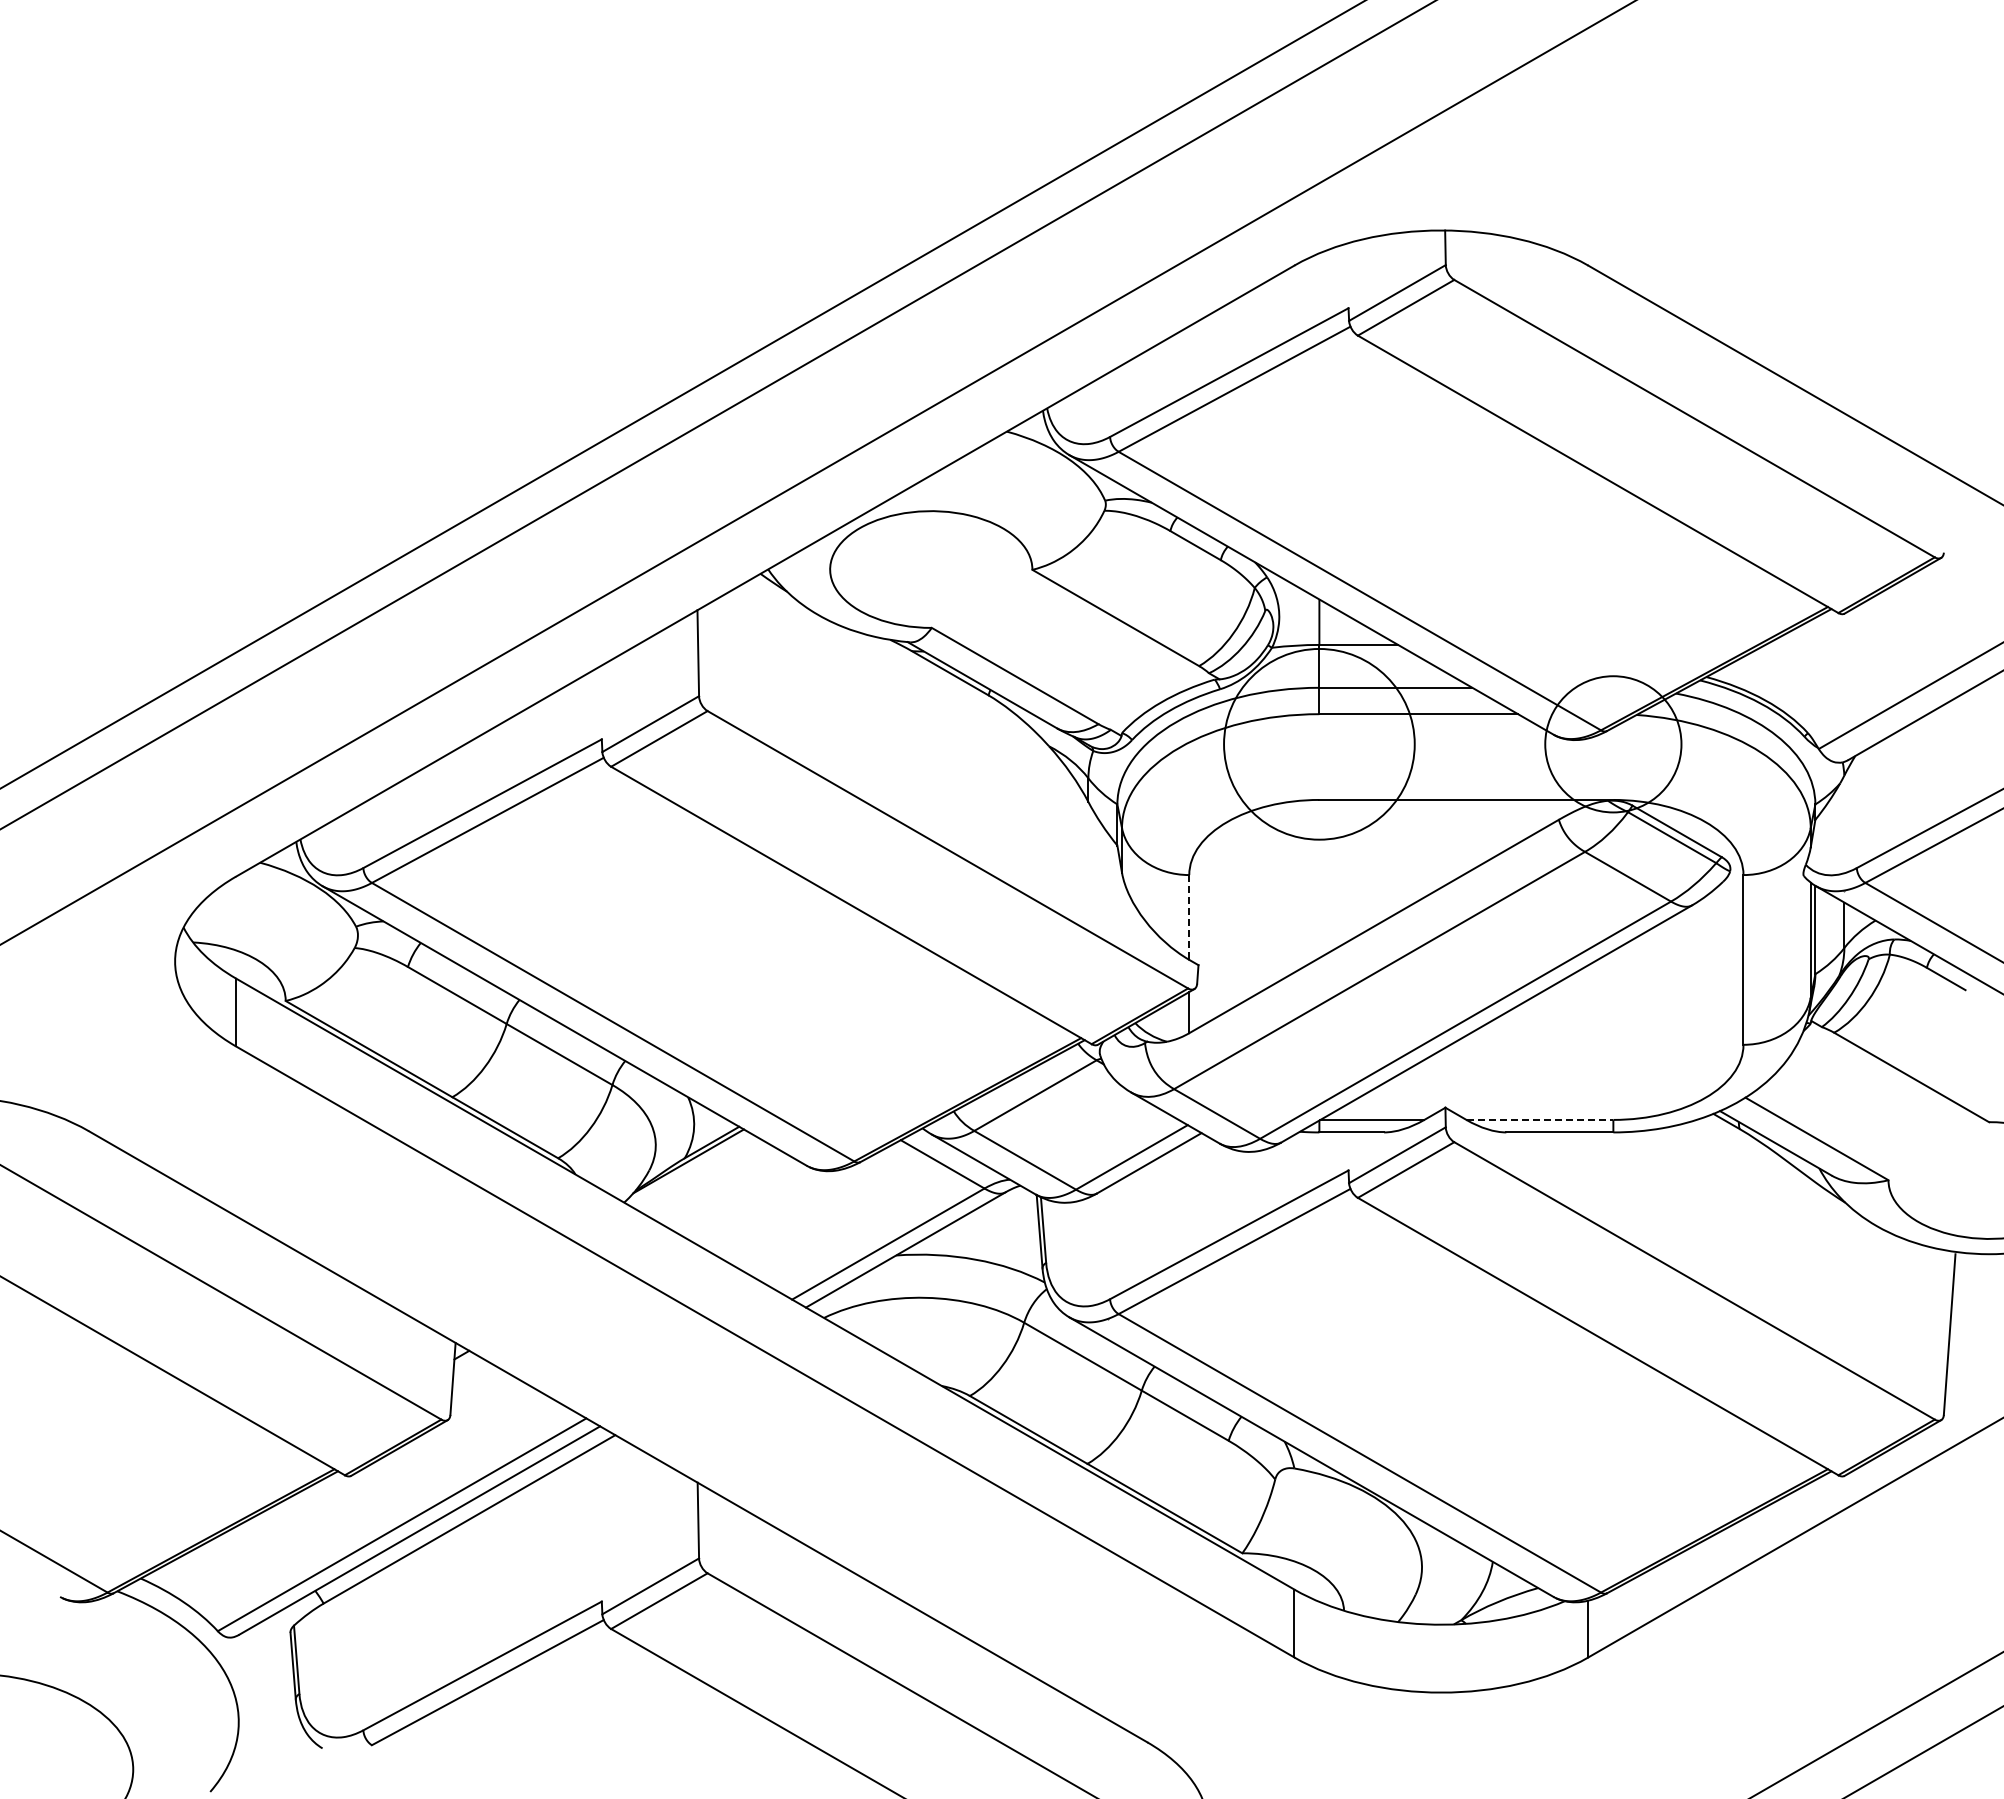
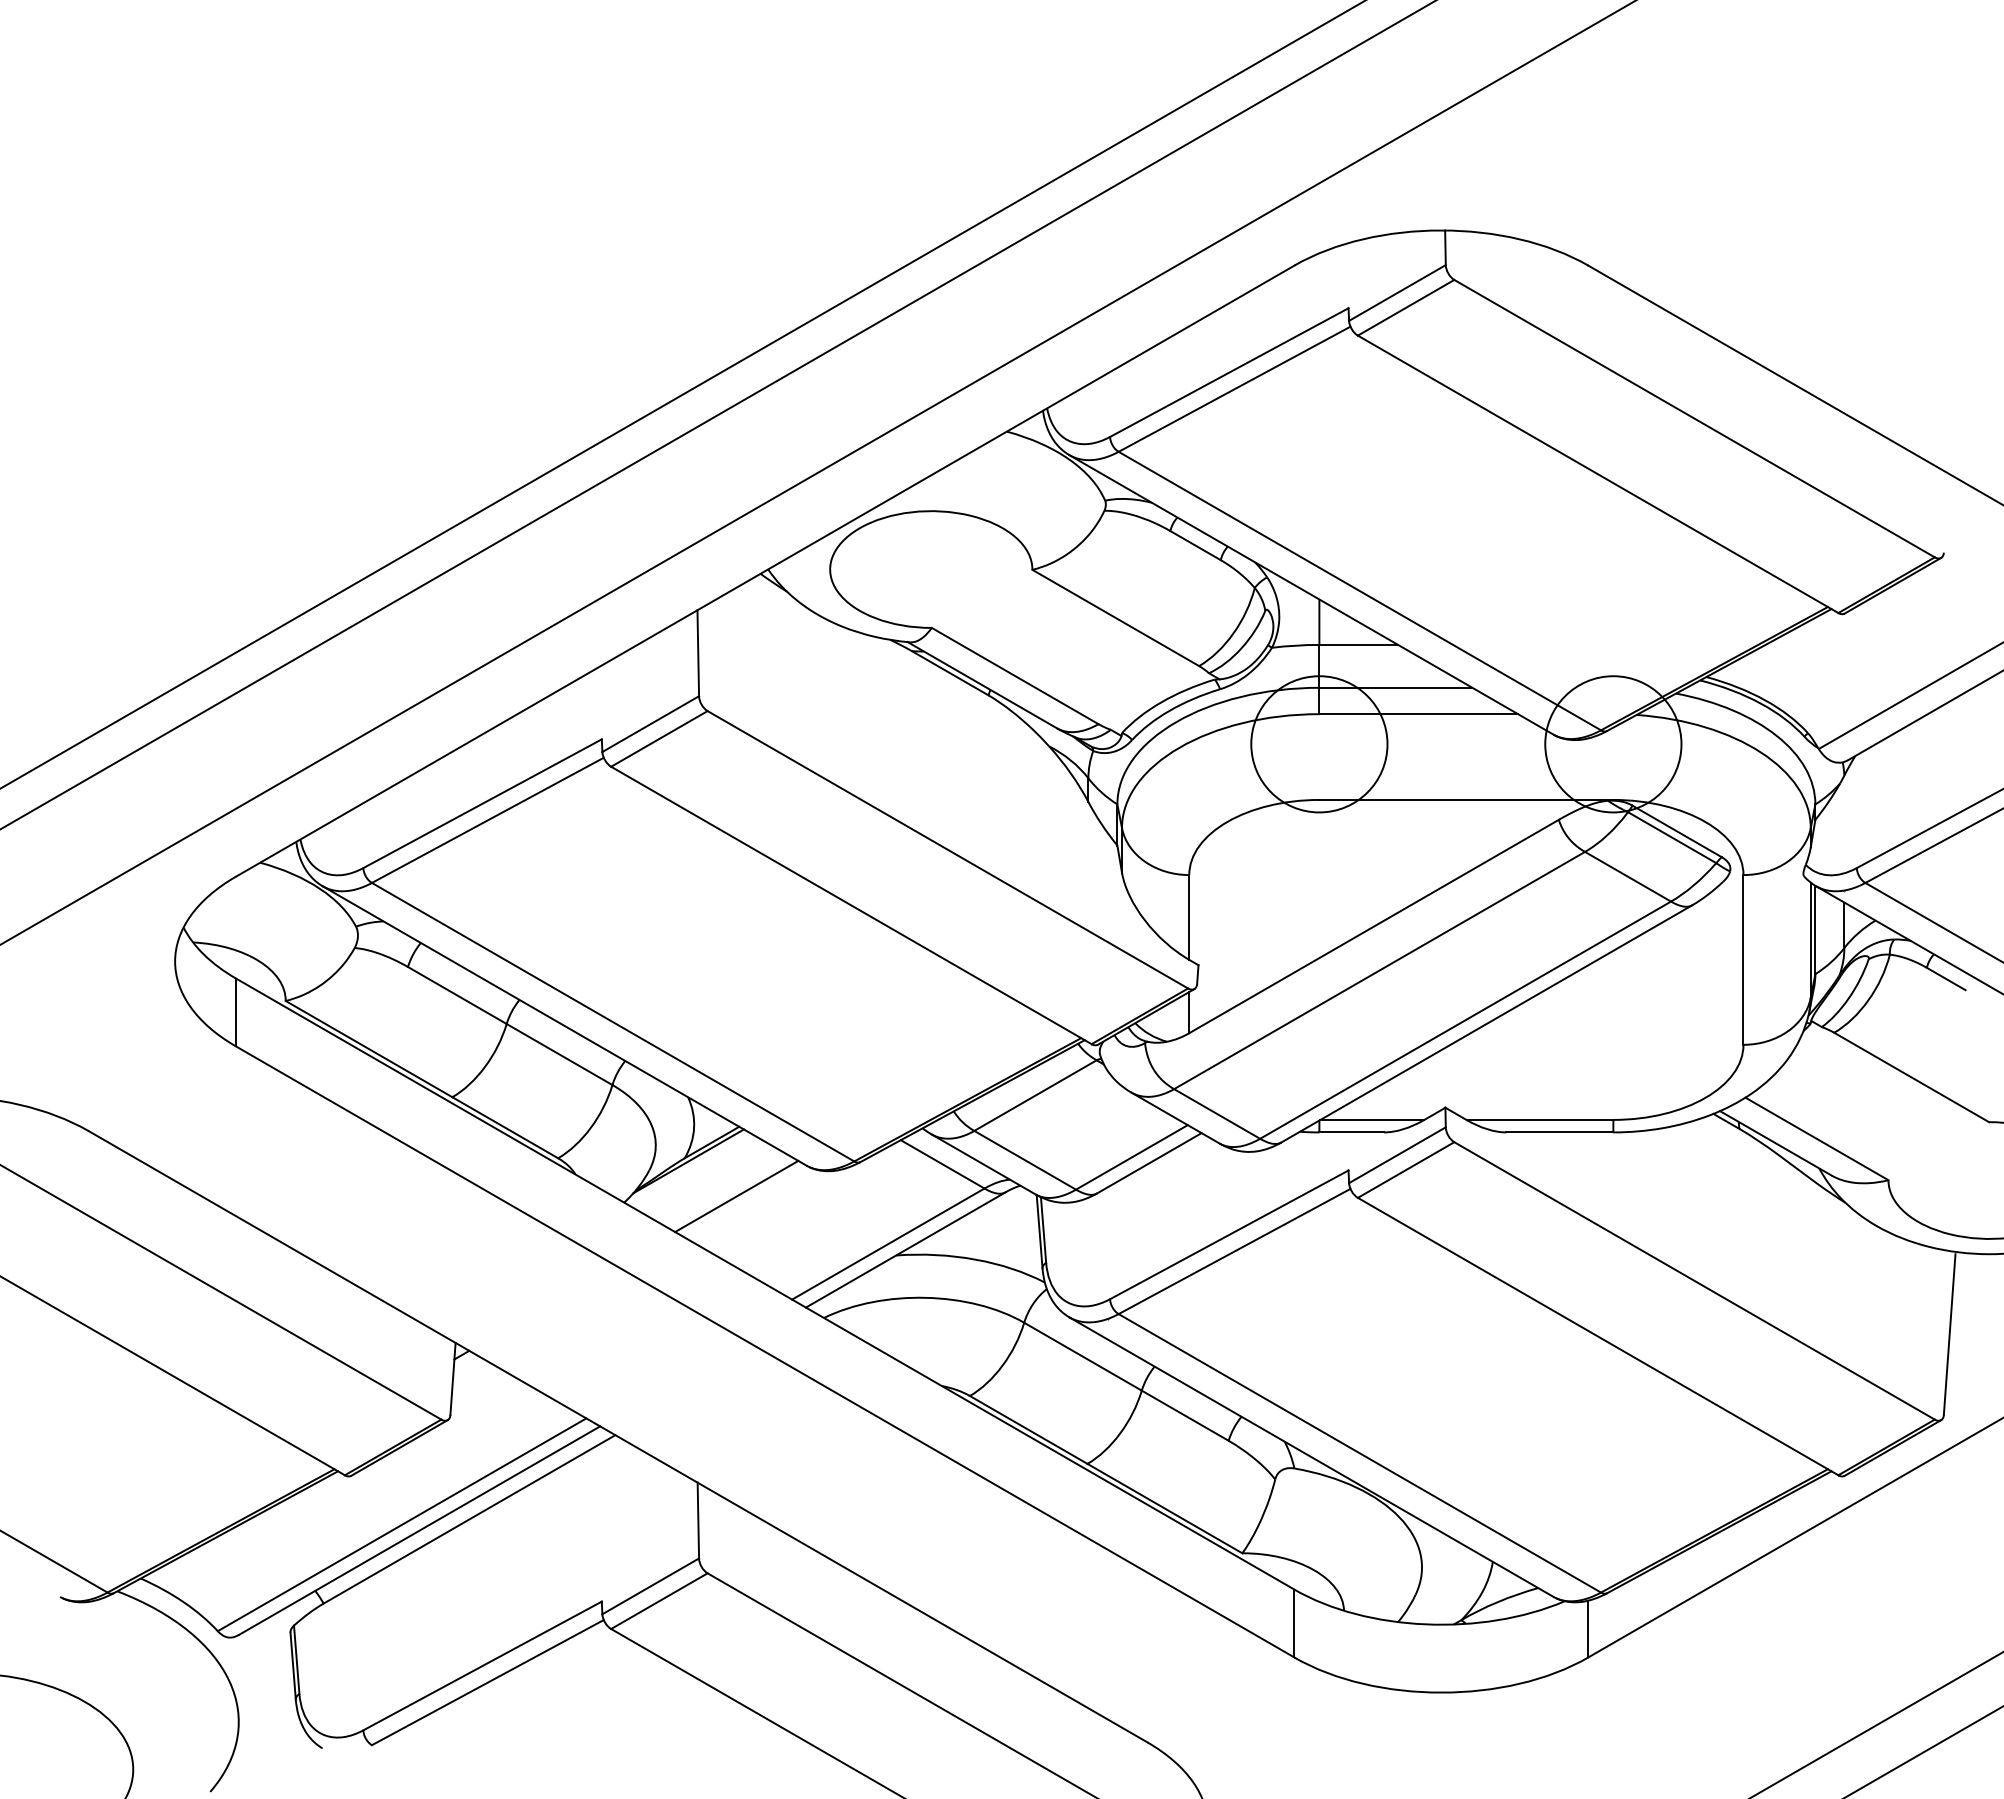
circle at (1319, 743) diameter: 191 px -> 136 px
line at (1189, 917): dashed -> solid
line at (1540, 1119): dashed -> solid
line at (736, 1196): none -> present
